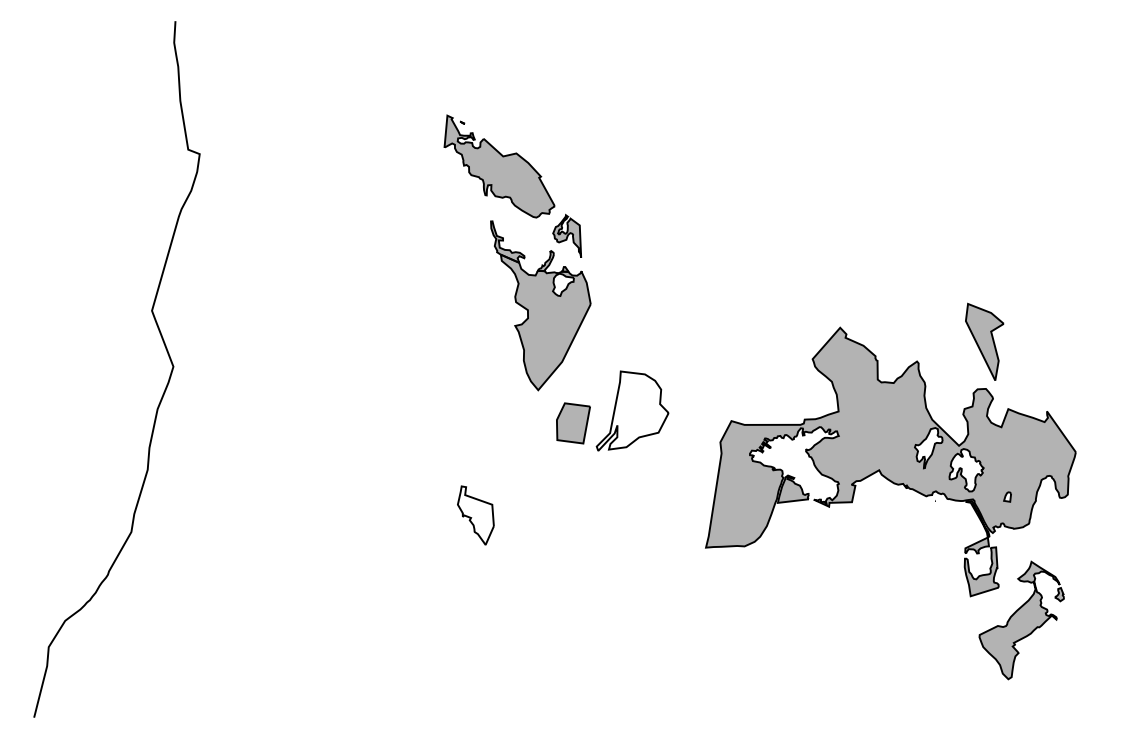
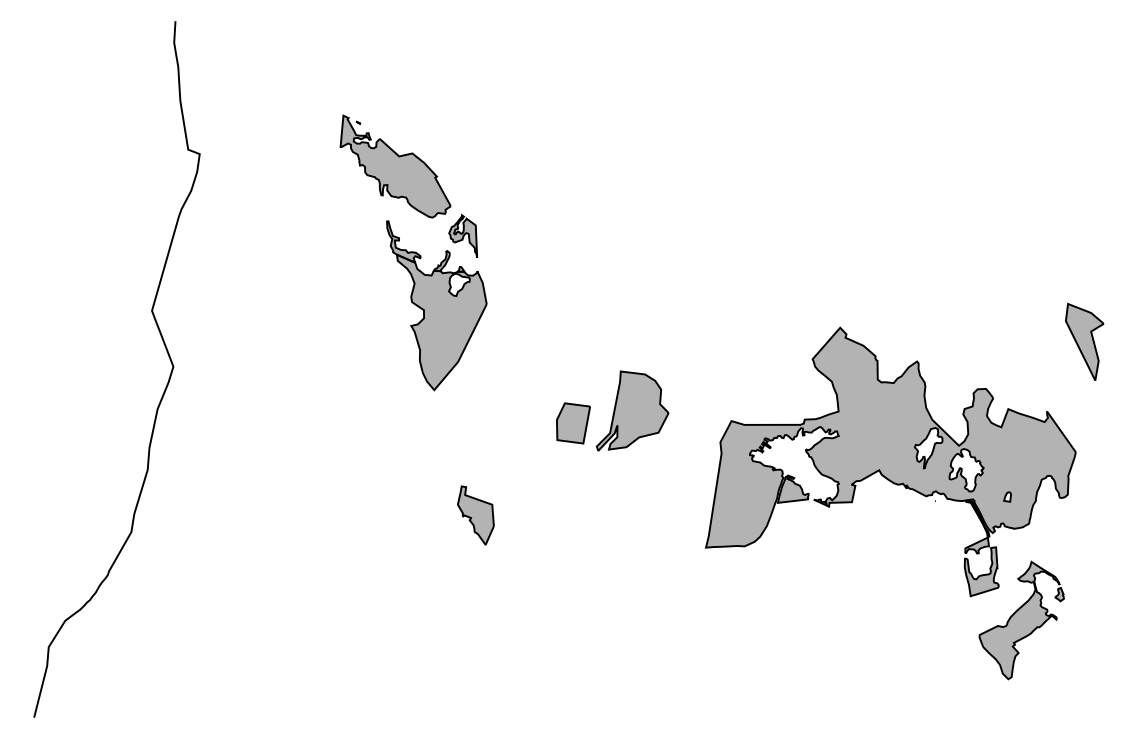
part at (517, 252) position: (517, 252) -> (413, 252)
part at (984, 341) position: (984, 341) -> (1084, 341)
fill at (632, 410): none -> present
fill at (475, 515): none -> present
